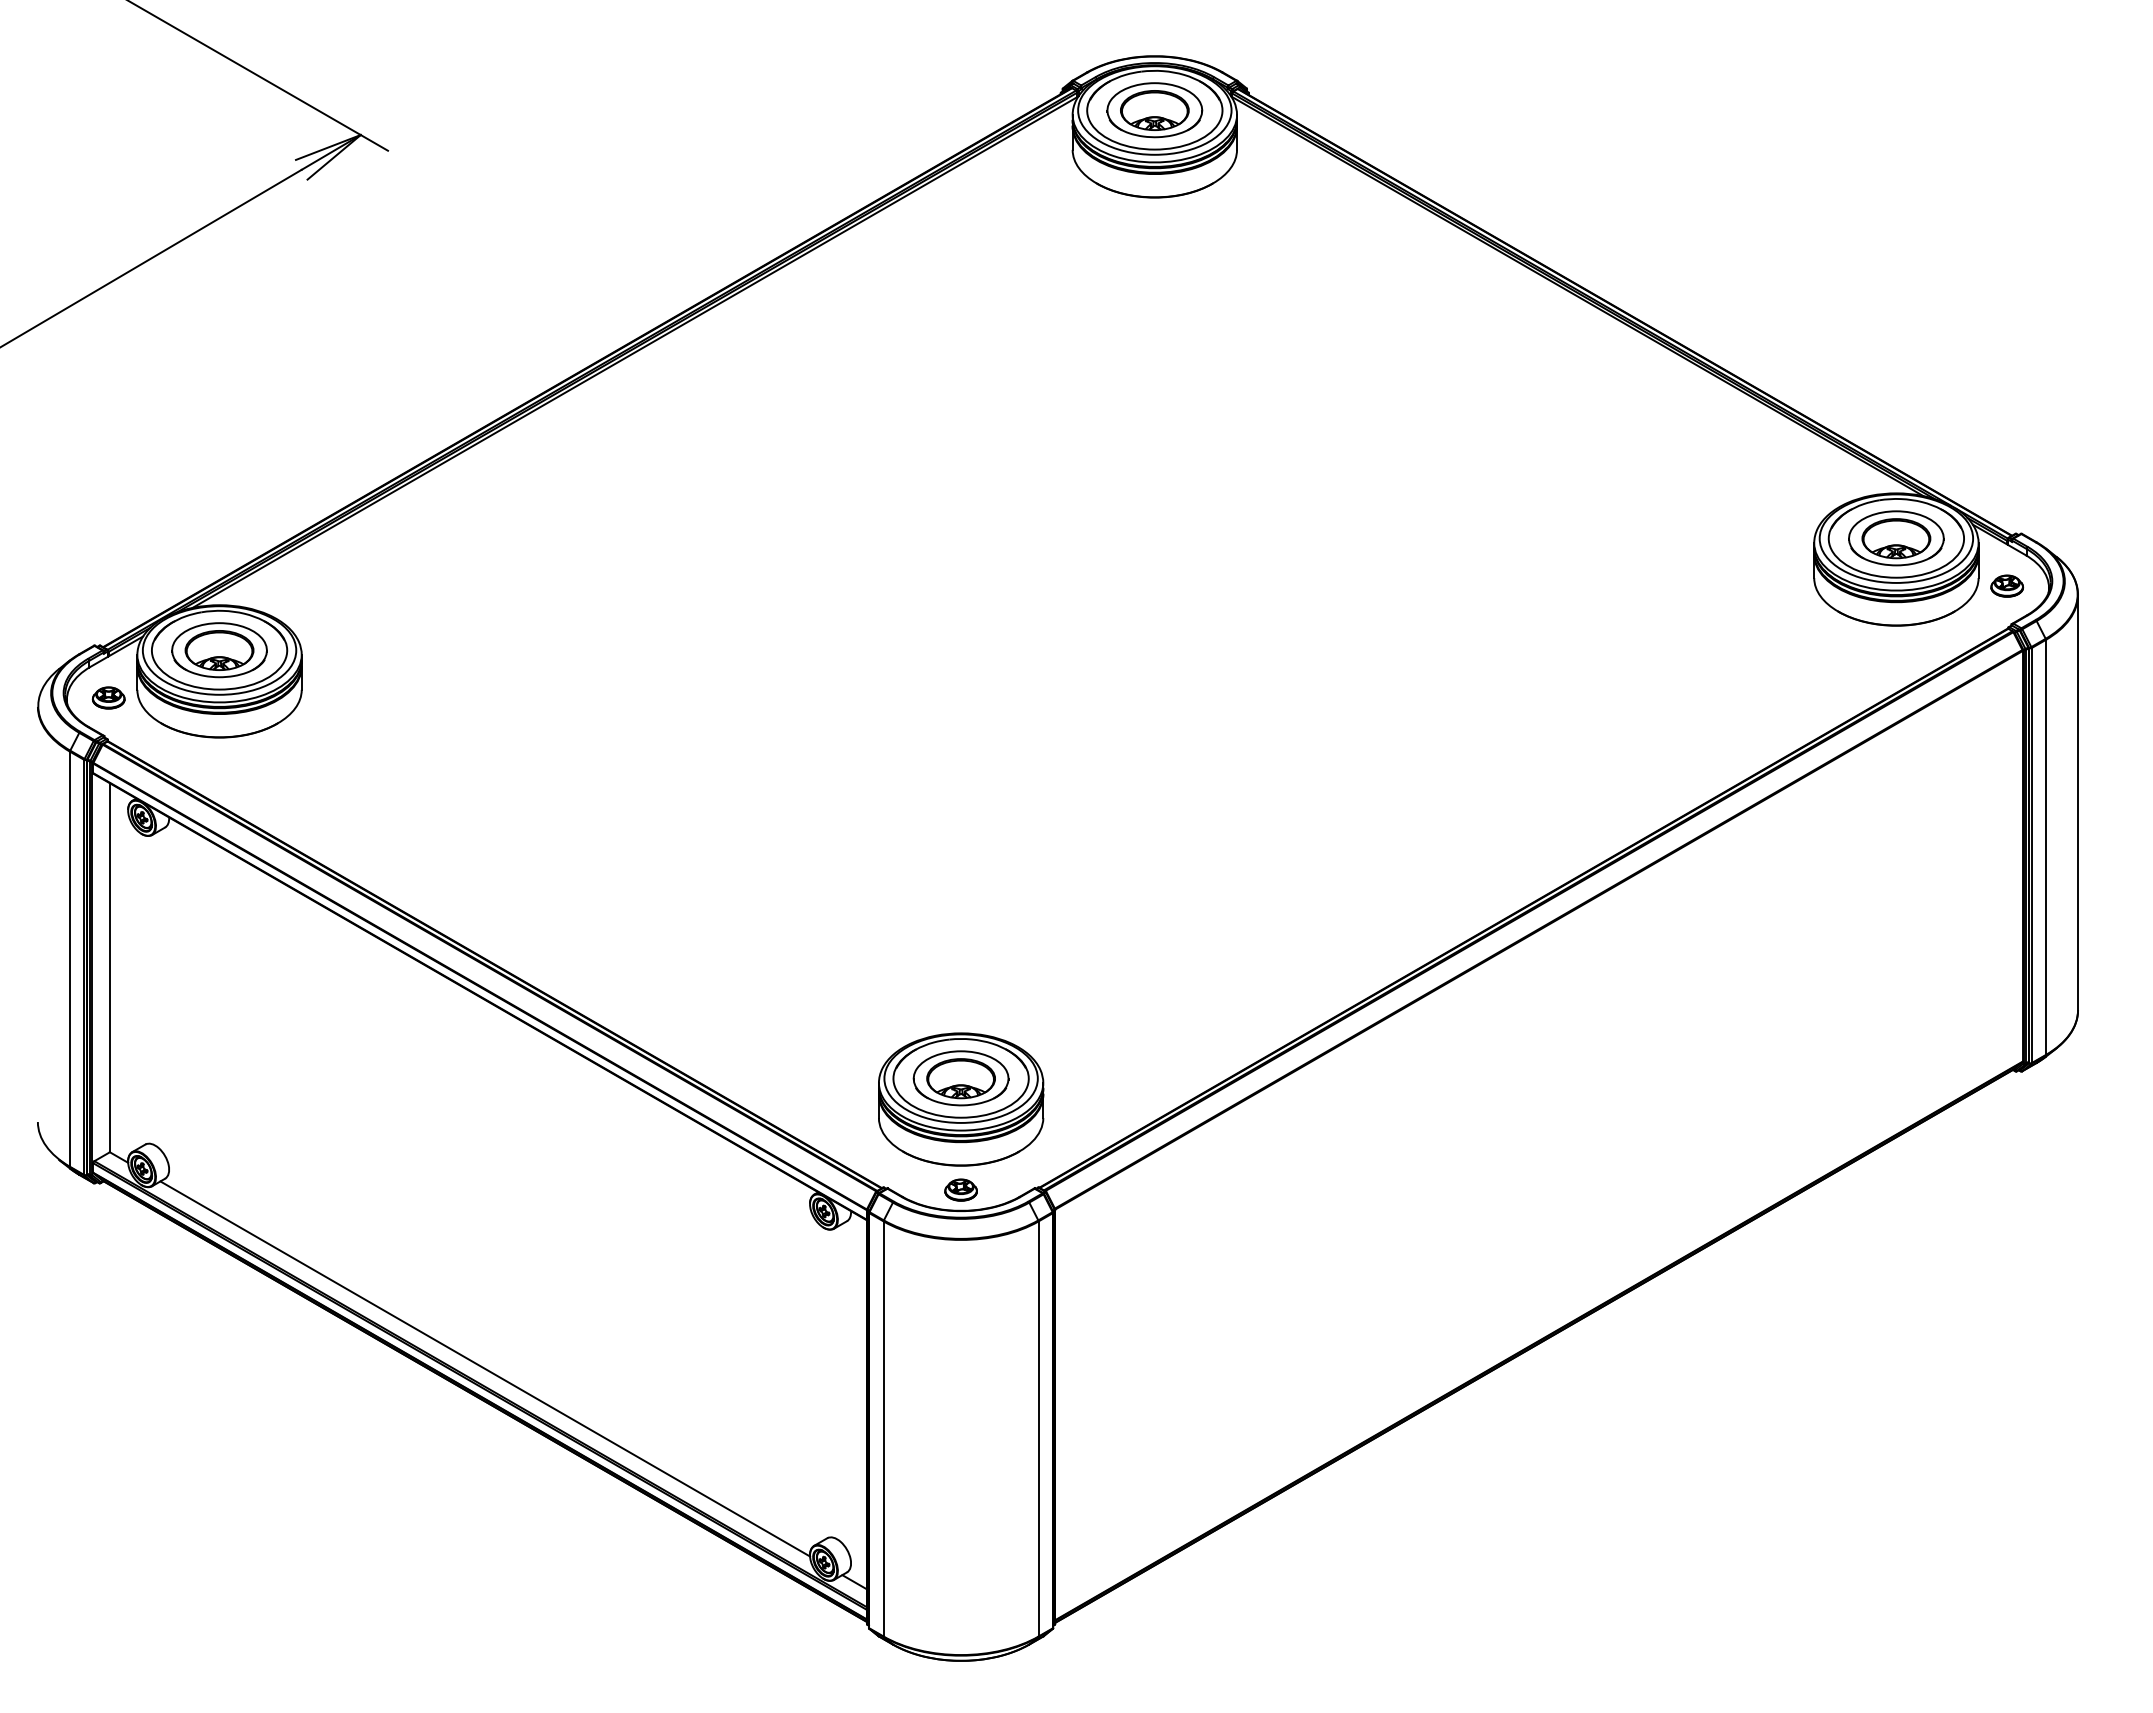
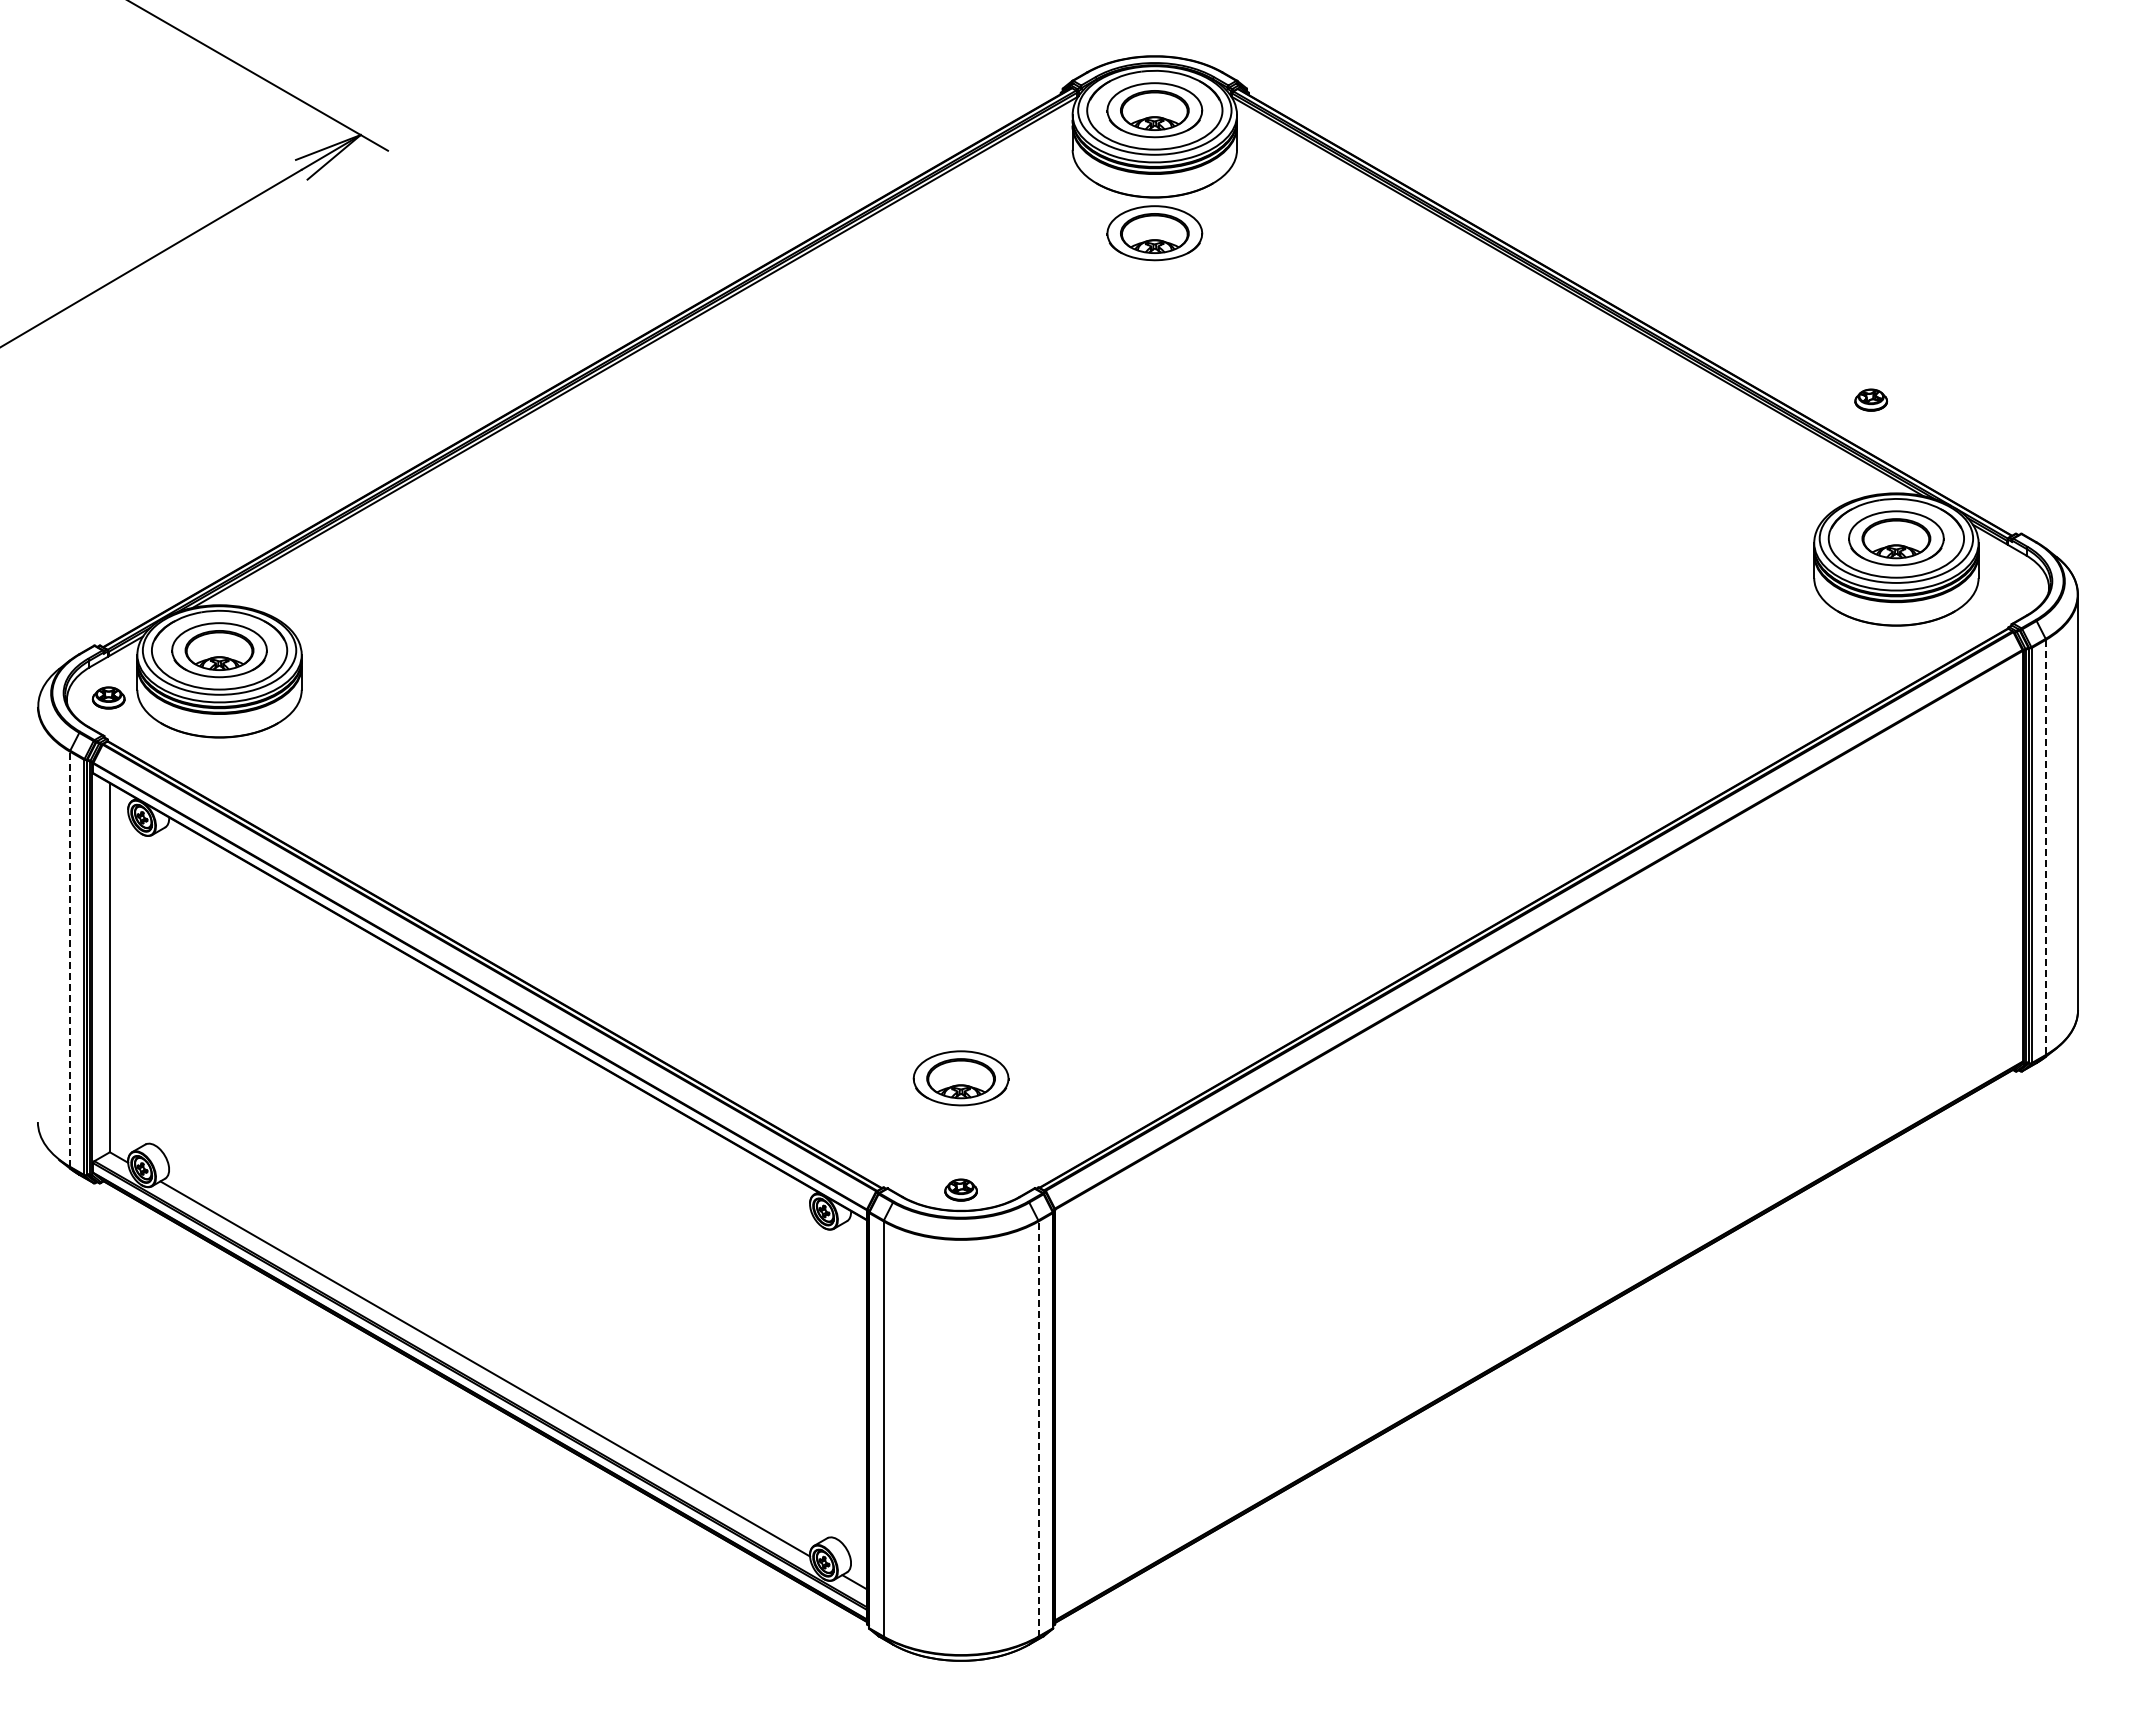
part at (1154, 233): none -> present
part at (2007, 585) position: (2007, 585) -> (1871, 399)
line at (2045, 847): solid -> dashed
line at (70, 959): solid -> dashed
part at (961, 1099): present -> none
line at (1038, 1428): solid -> dashed
